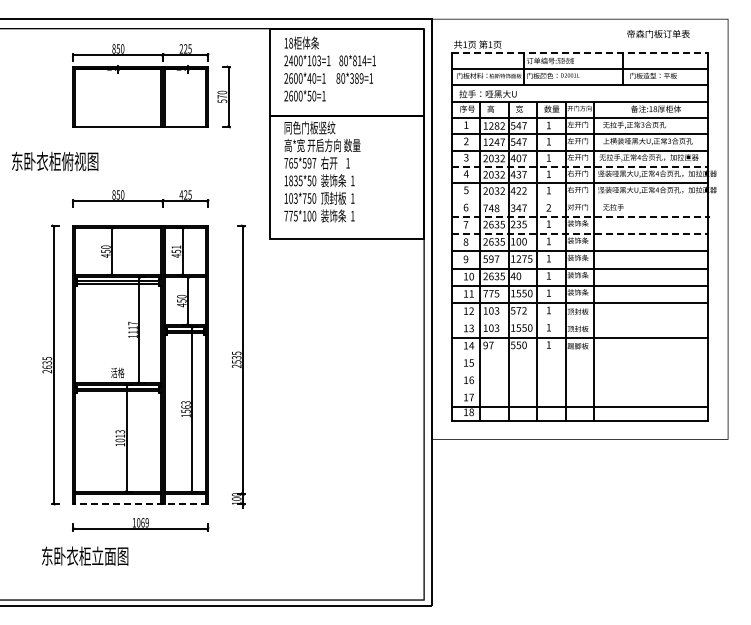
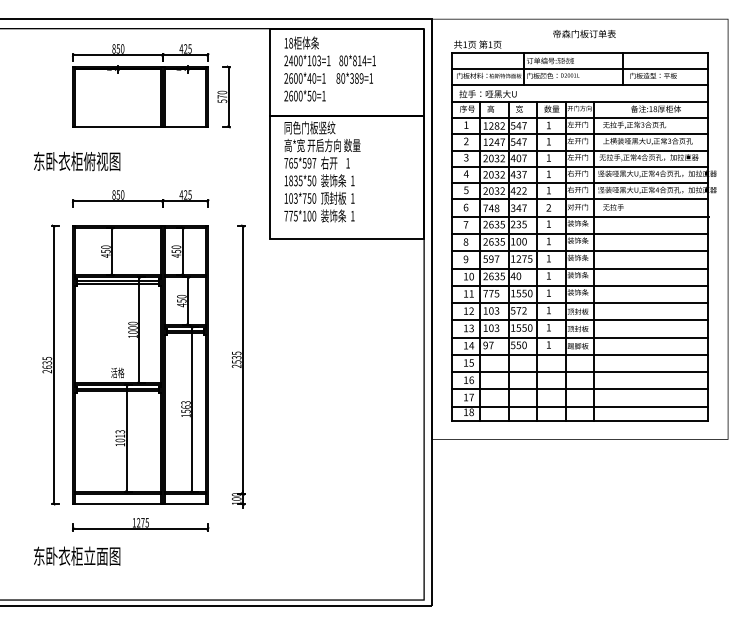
text at (658, 34) position: (658, 34) -> (584, 34)
text at (181, 48): 225 -> 425
line at (580, 52): dashed -> solid
text at (55, 160) position: (55, 160) -> (77, 160)
line at (580, 166): dashed -> solid
line at (579, 199): none -> present
line at (580, 216): dashed -> solid
line at (580, 233): dashed -> solid
text at (176, 246): 451 -> 450
line at (579, 320): none -> present
text at (132, 327): 1117 -> 1000
line at (579, 354): none -> present
line at (579, 372): none -> present
line at (579, 389): none -> present
line at (140, 504): dashed -> solid
text at (142, 522): 1069 -> 1275
text at (85, 555) position: (85, 555) -> (77, 555)
